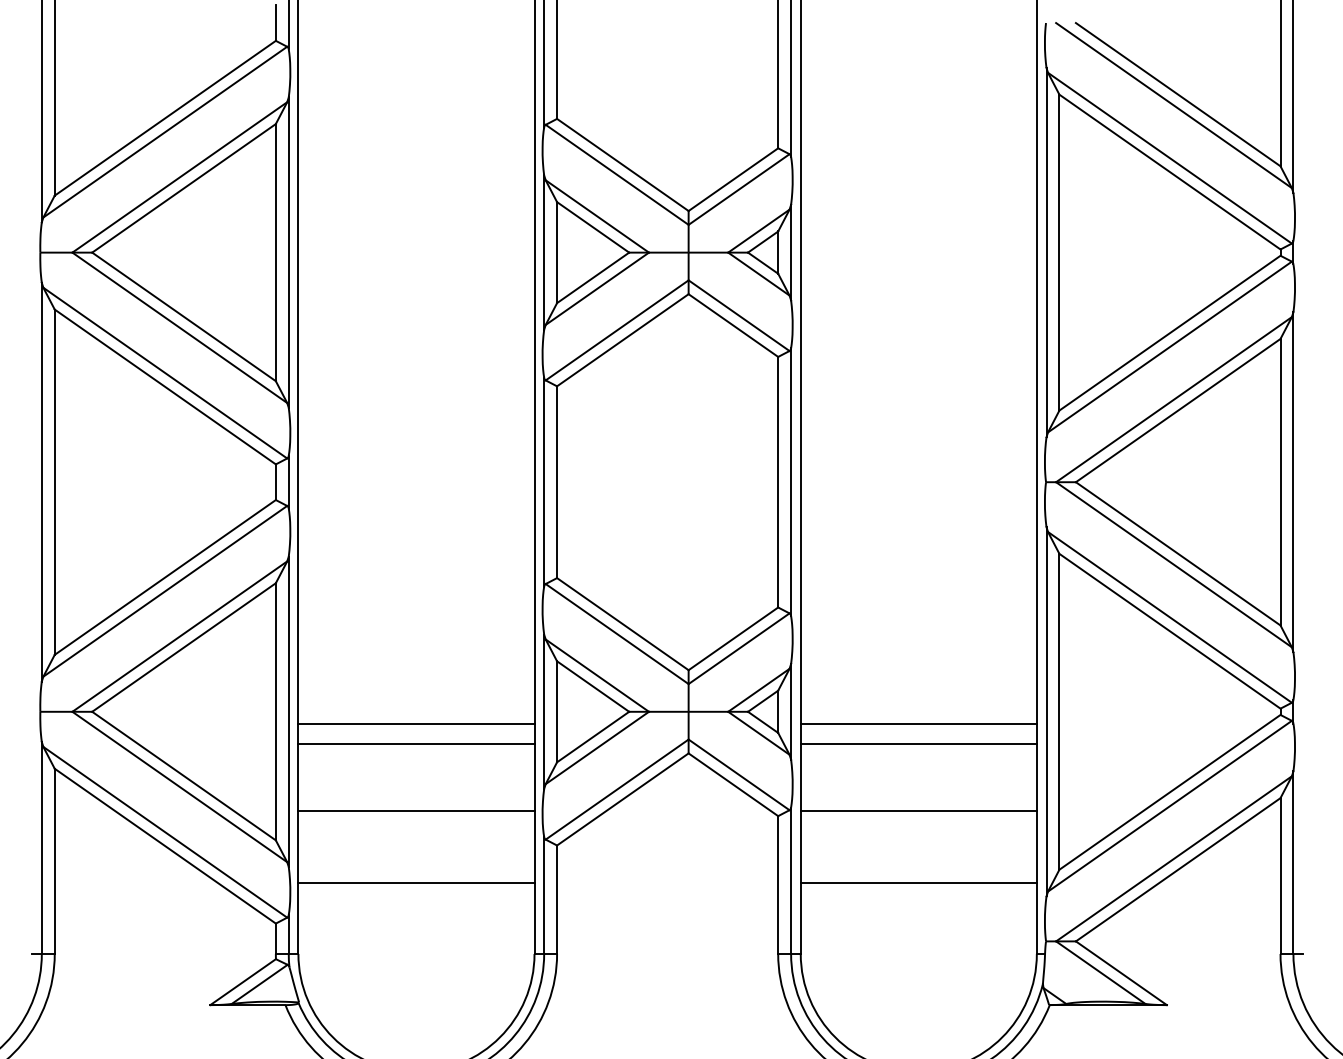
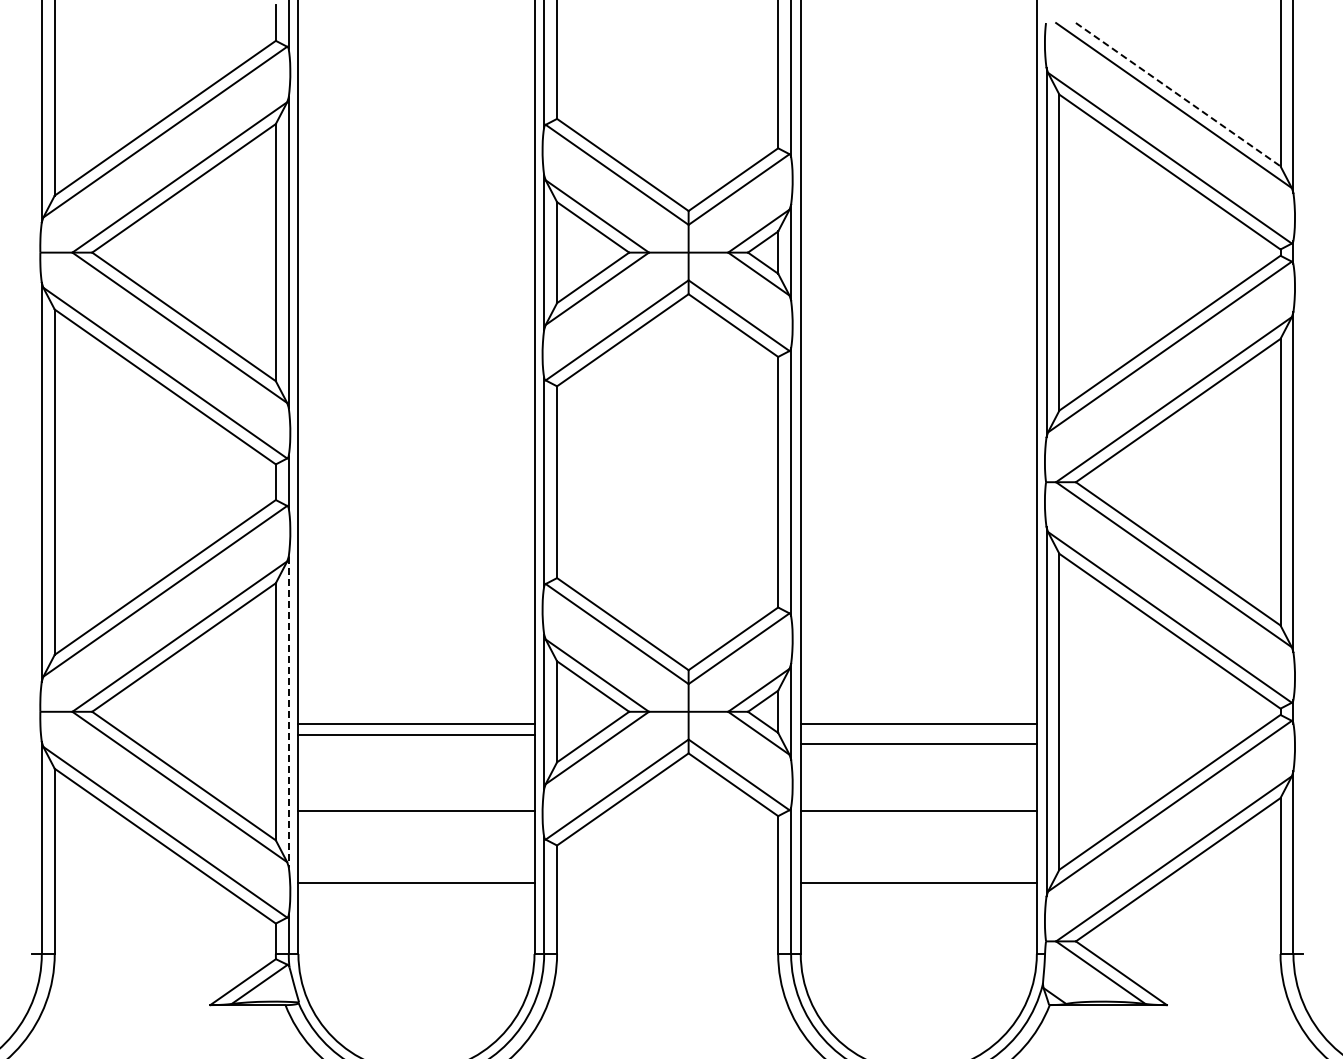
line at (1178, 94): solid -> dashed
line at (288, 712): solid -> dashed
line at (416, 744) position: (416, 744) -> (416, 735)
